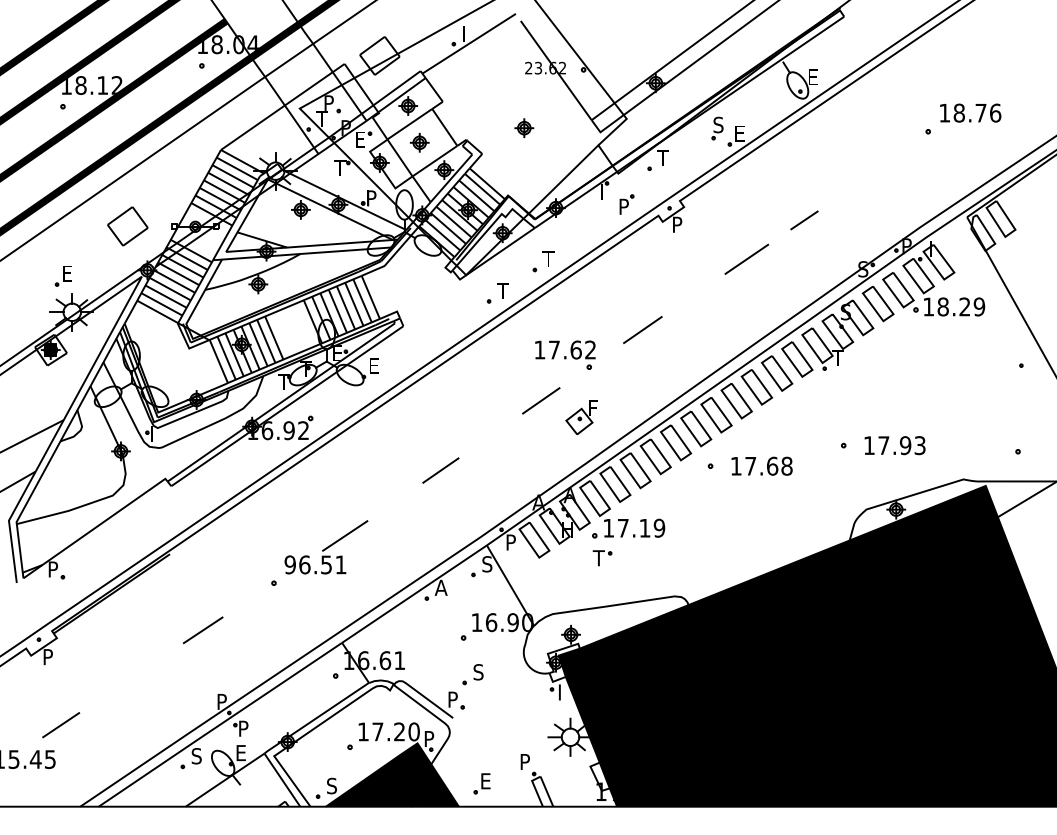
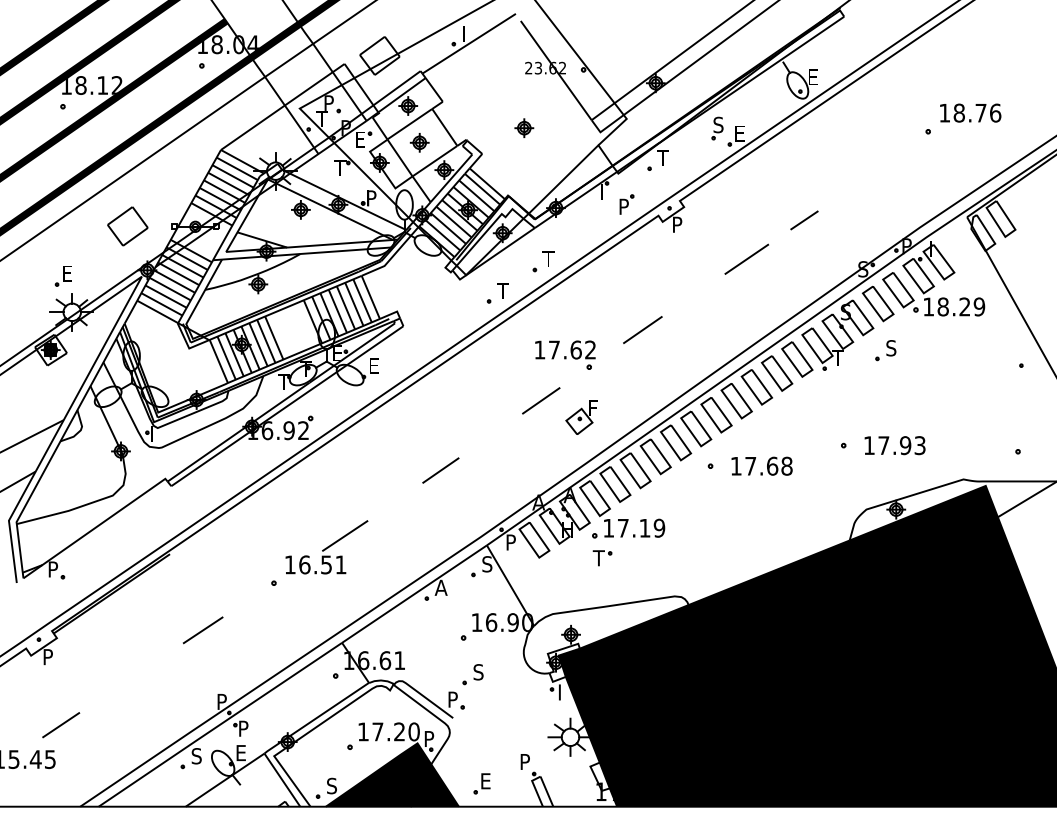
part at (885, 350): none -> present
text at (289, 564): 96.51 -> 16.51
